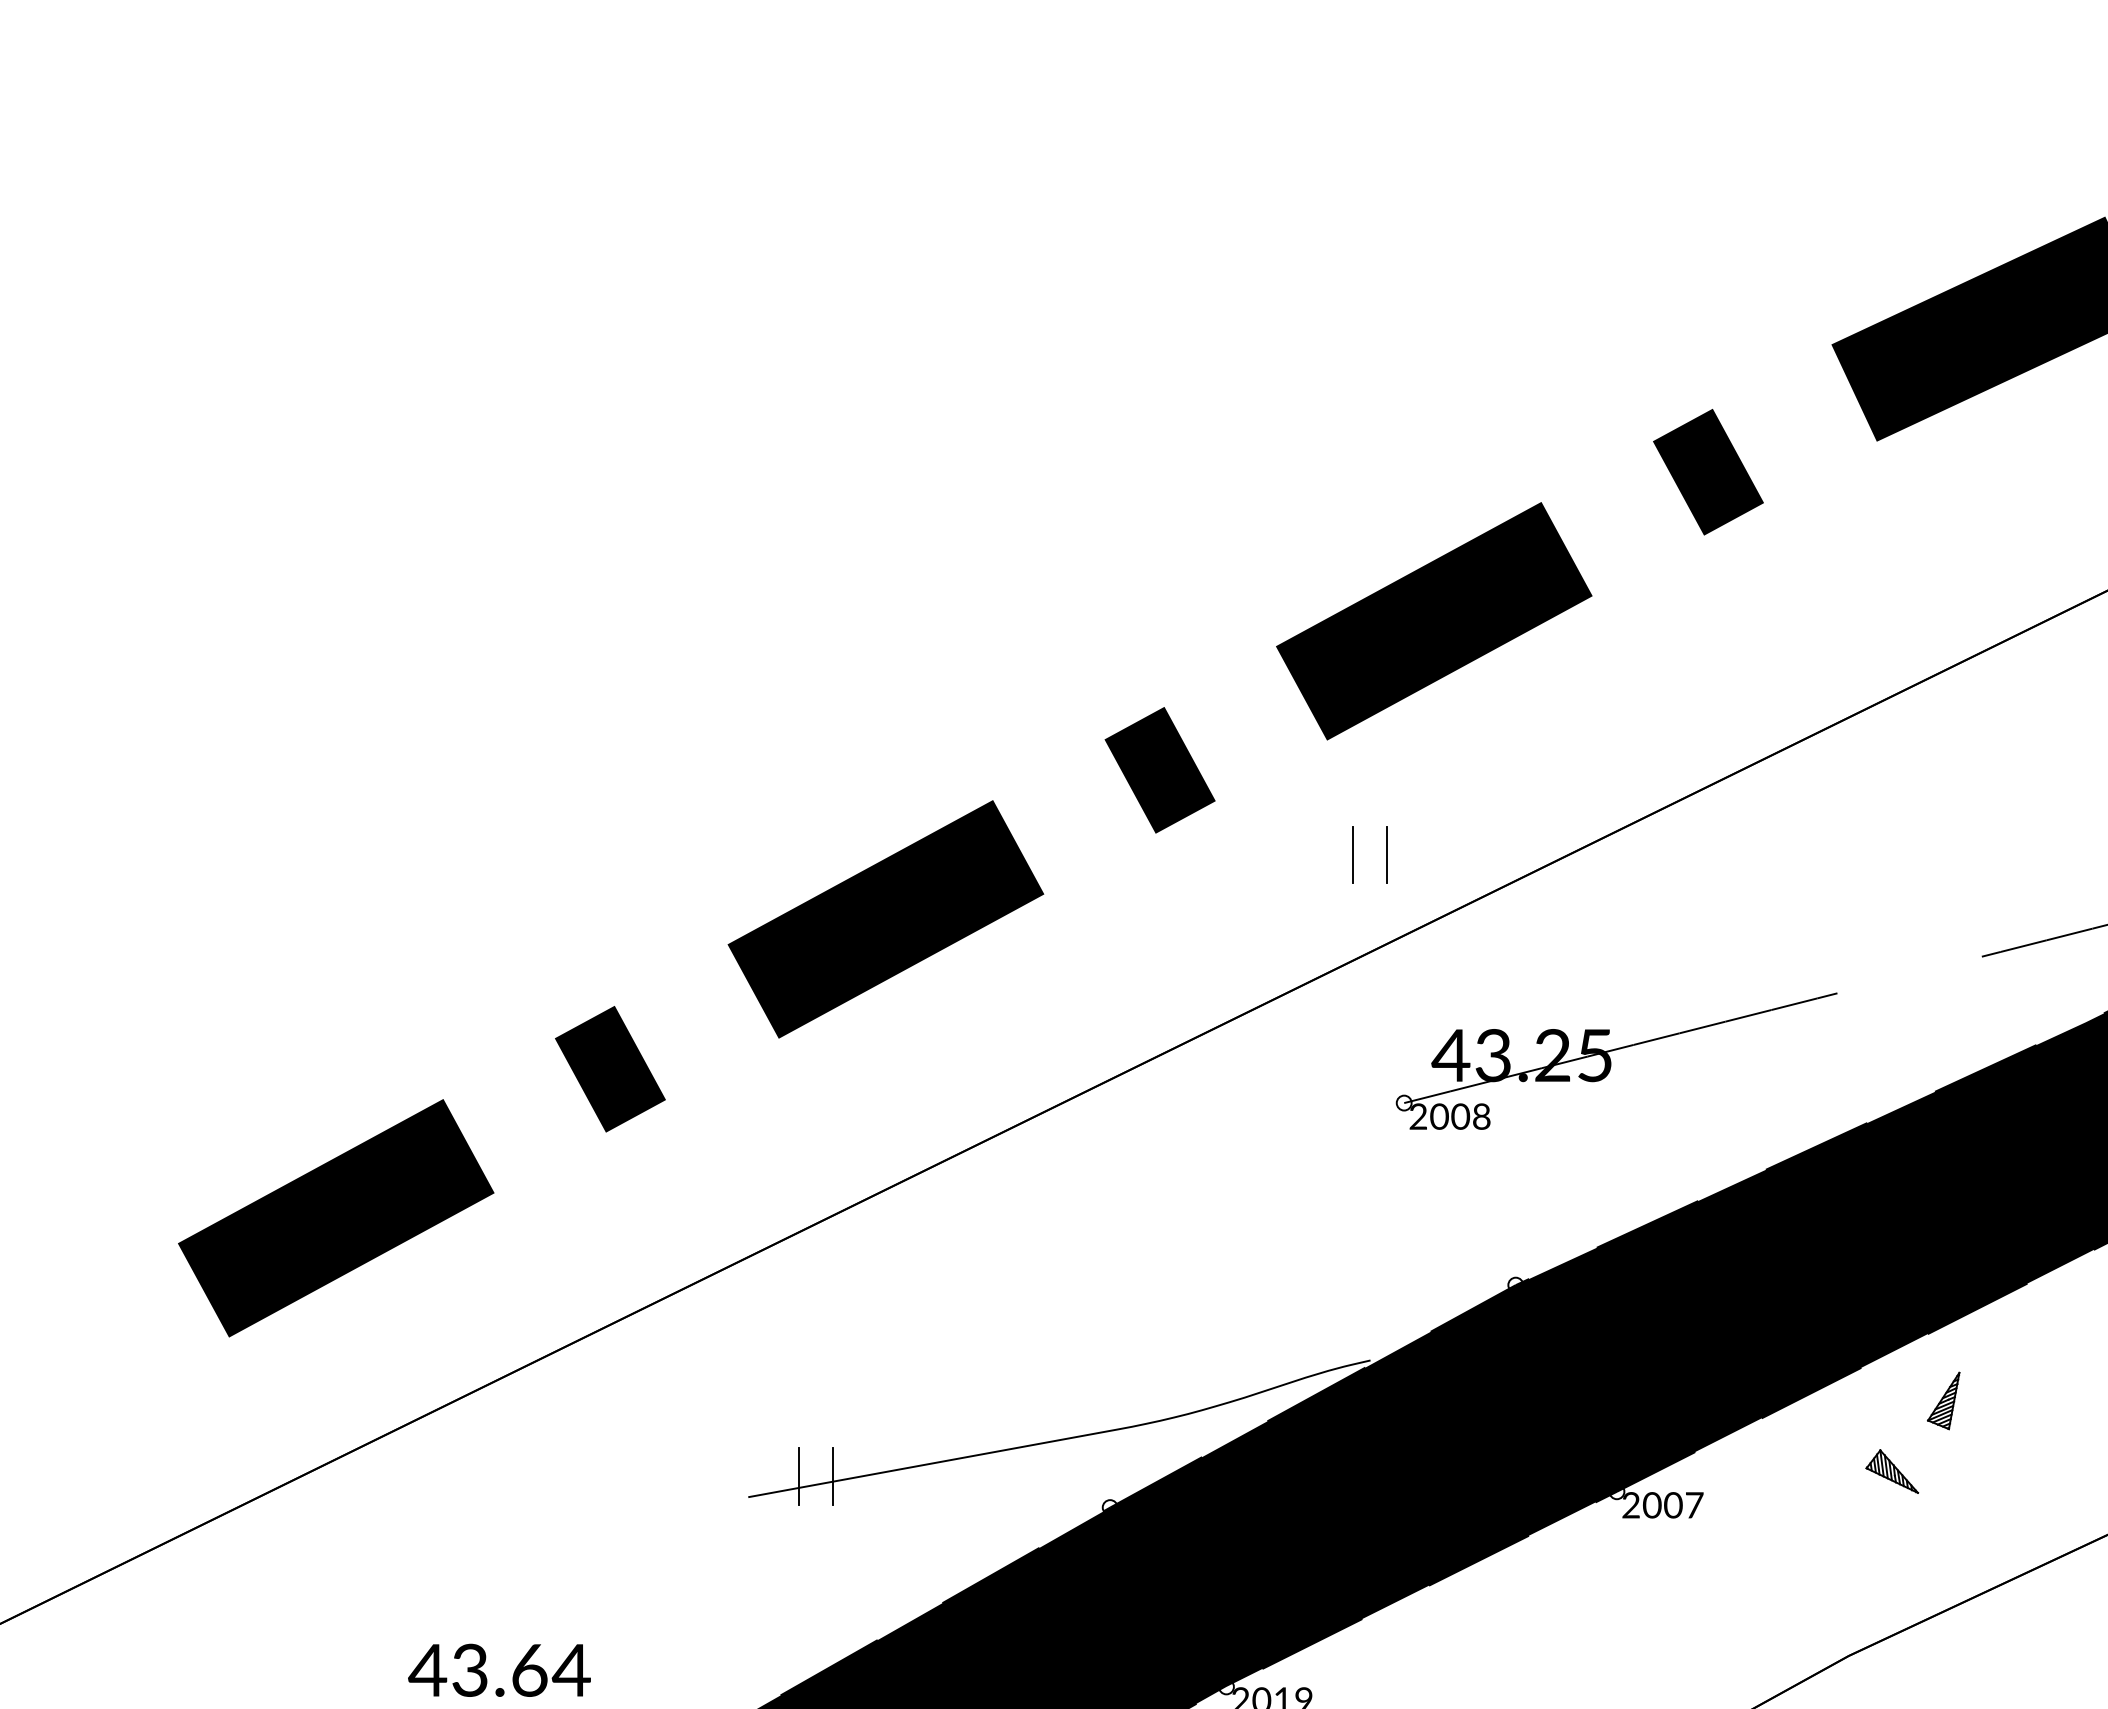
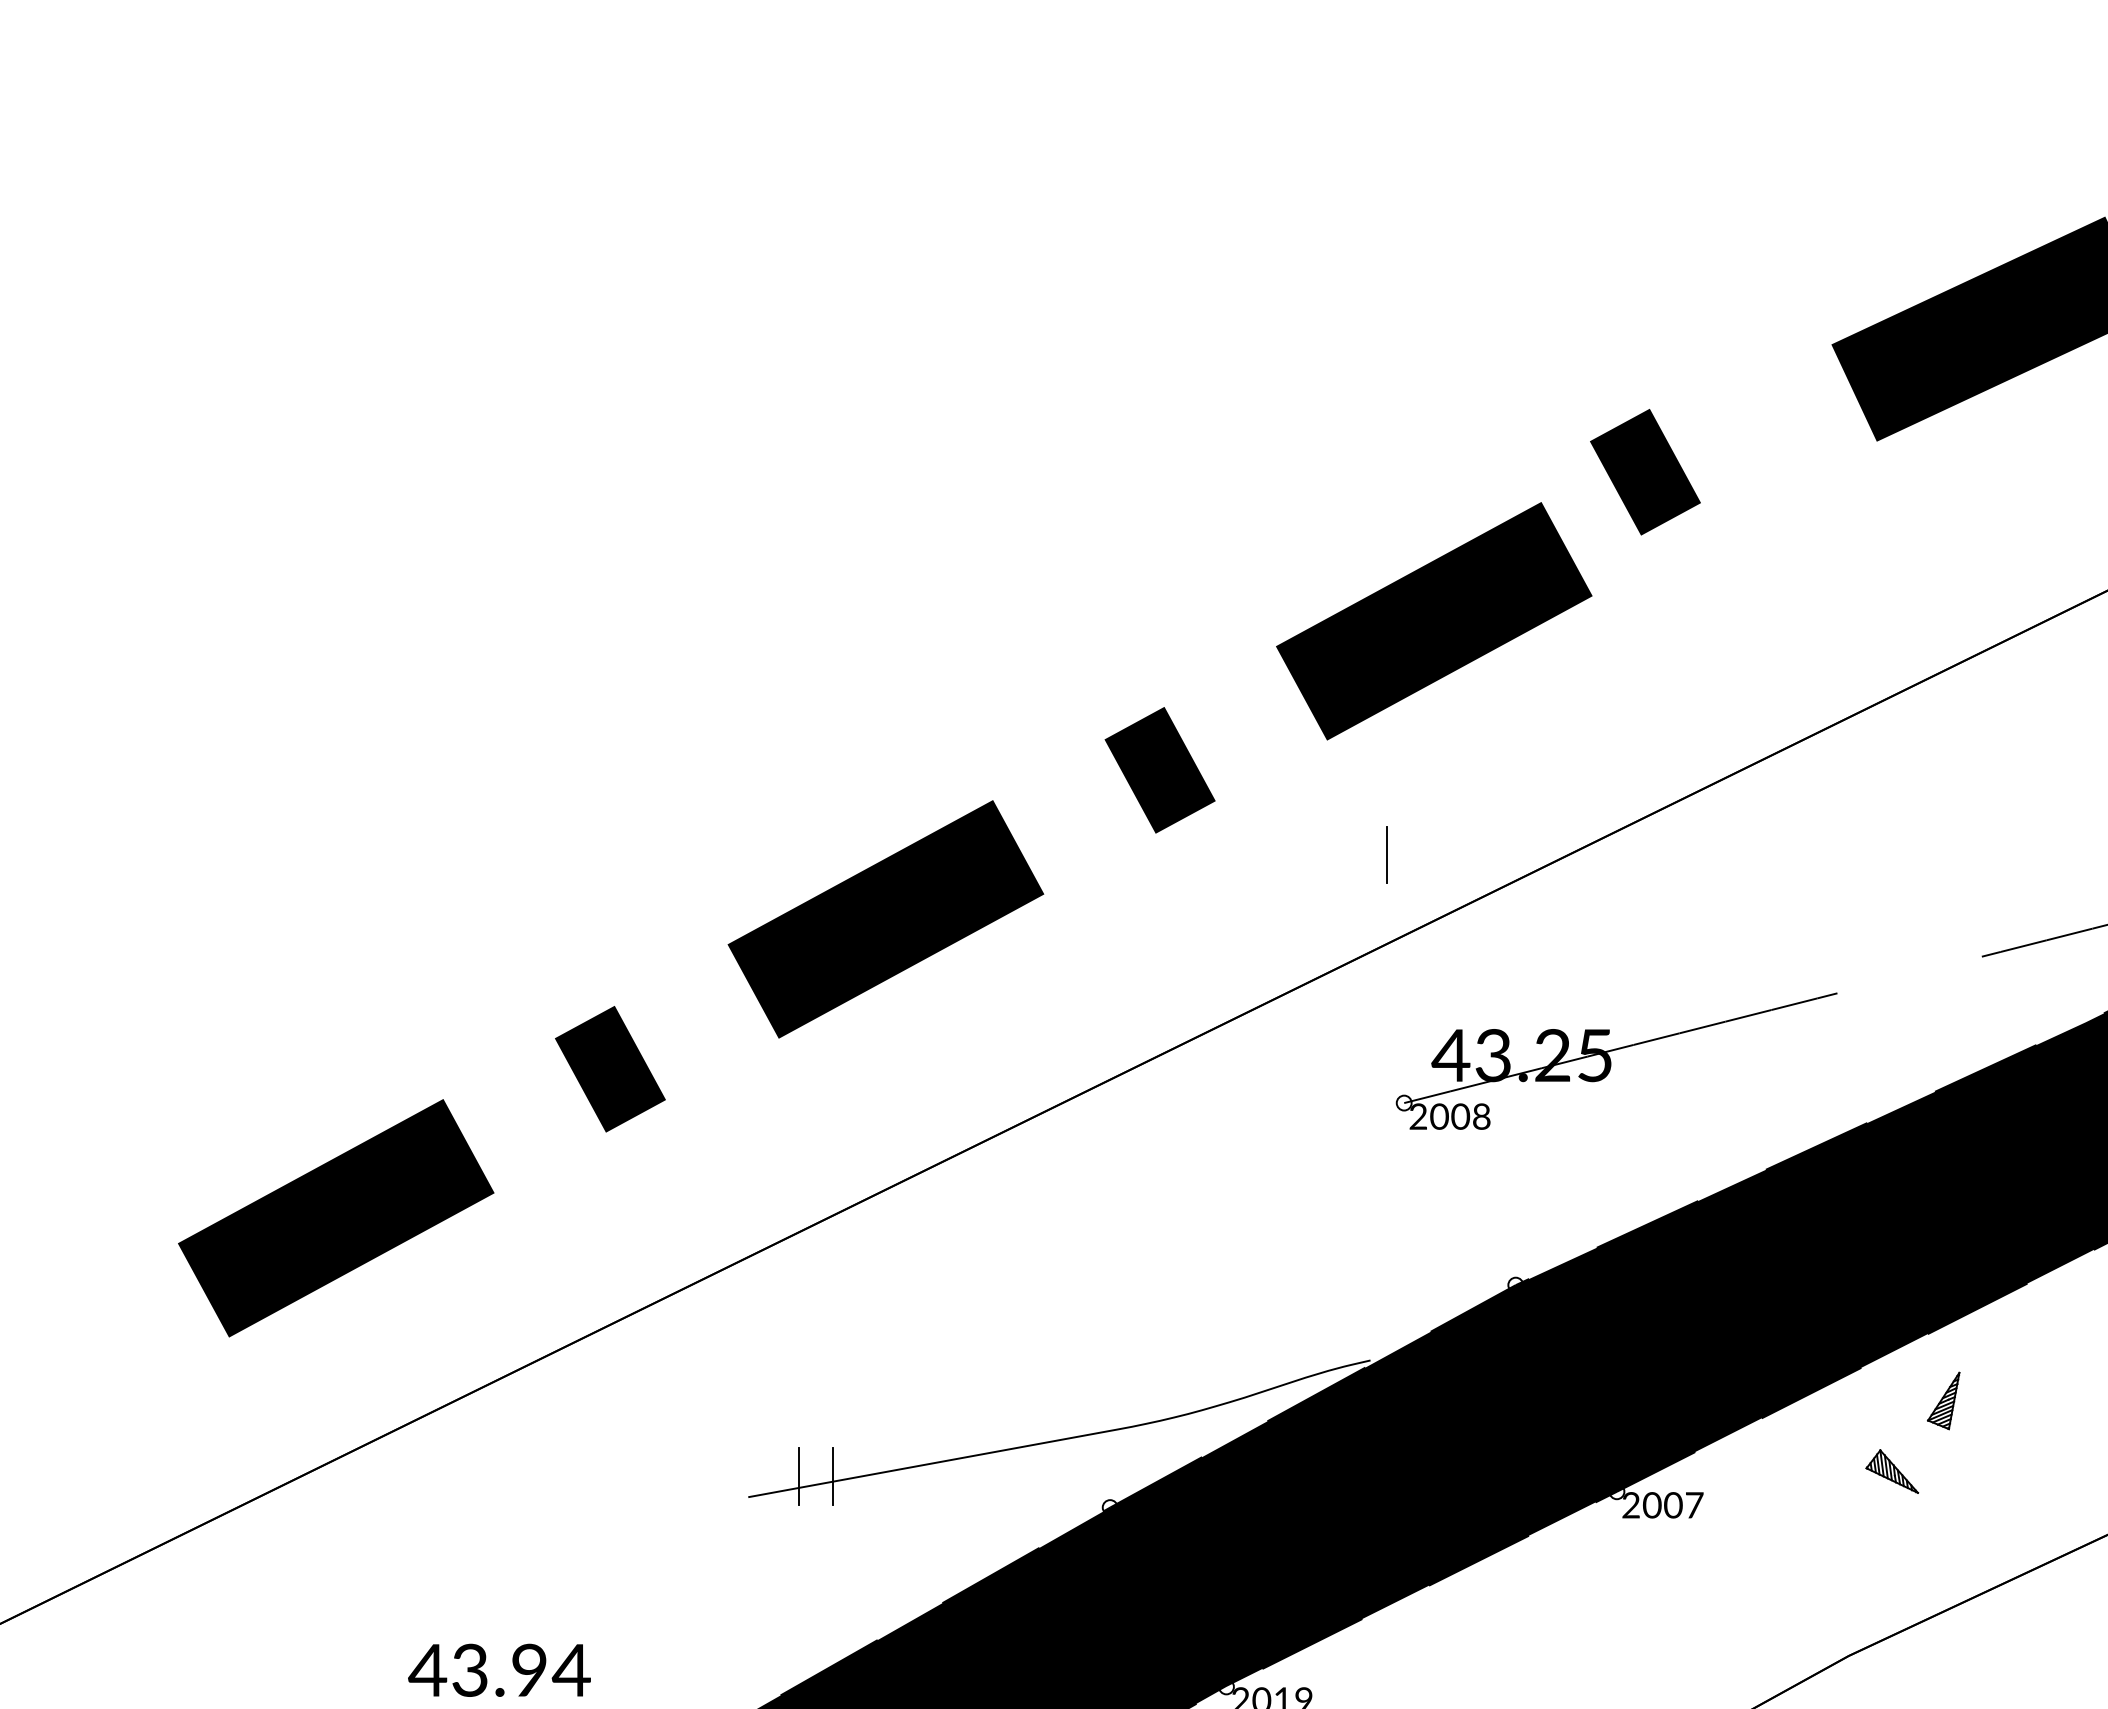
part at (1708, 472) position: (1708, 472) -> (1645, 472)
line at (1353, 854): present -> none
text at (529, 1669): 43.64 -> 43.94
